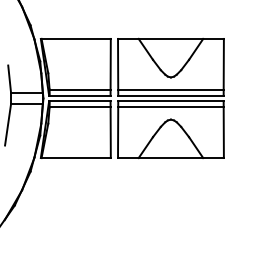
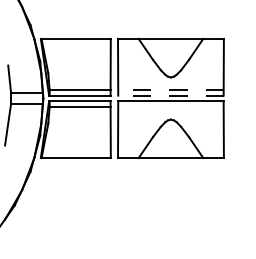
line at (170, 89): solid -> dashed
line at (170, 95): solid -> dashed
line at (170, 107): present -> none
